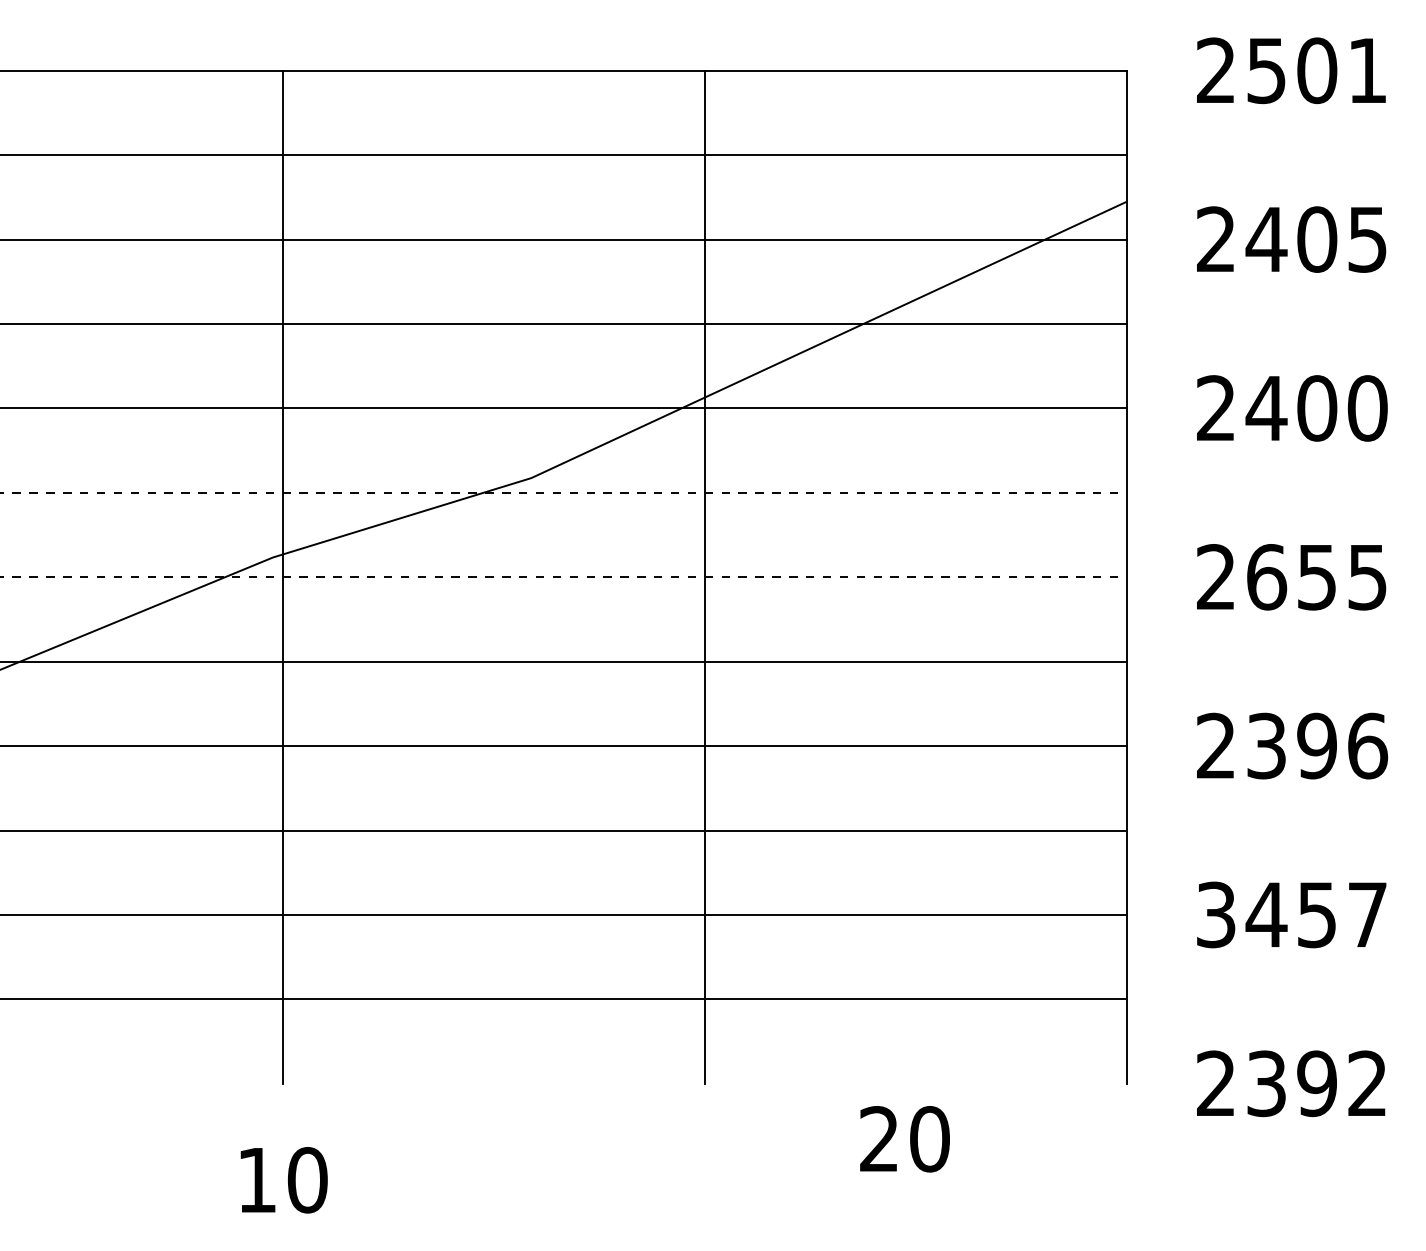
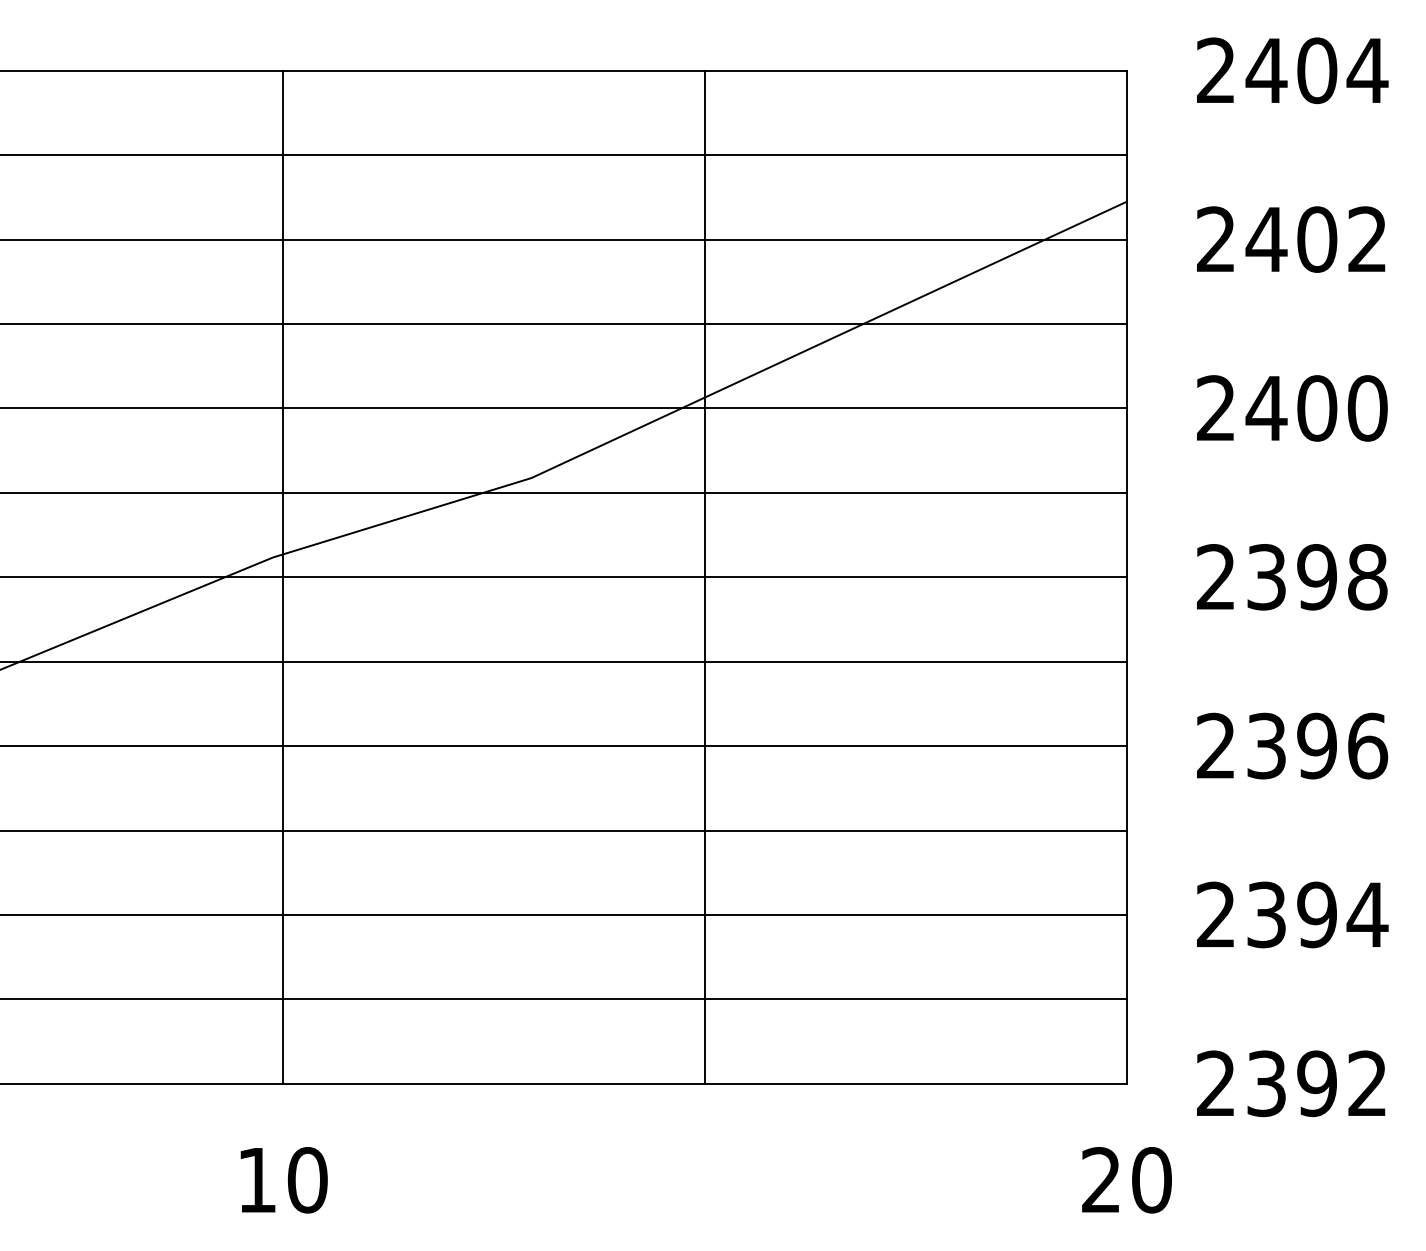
text at (1316, 71): 2501 -> 2404
text at (1367, 239): 2405 -> 2402
line at (563, 492): dashed -> solid
line at (563, 577): dashed -> solid
text at (1317, 577): 2655 -> 2398
text at (1292, 914): 3457 -> 2394
line at (564, 1083): none -> present
text at (904, 1139) position: (904, 1139) -> (1126, 1180)
